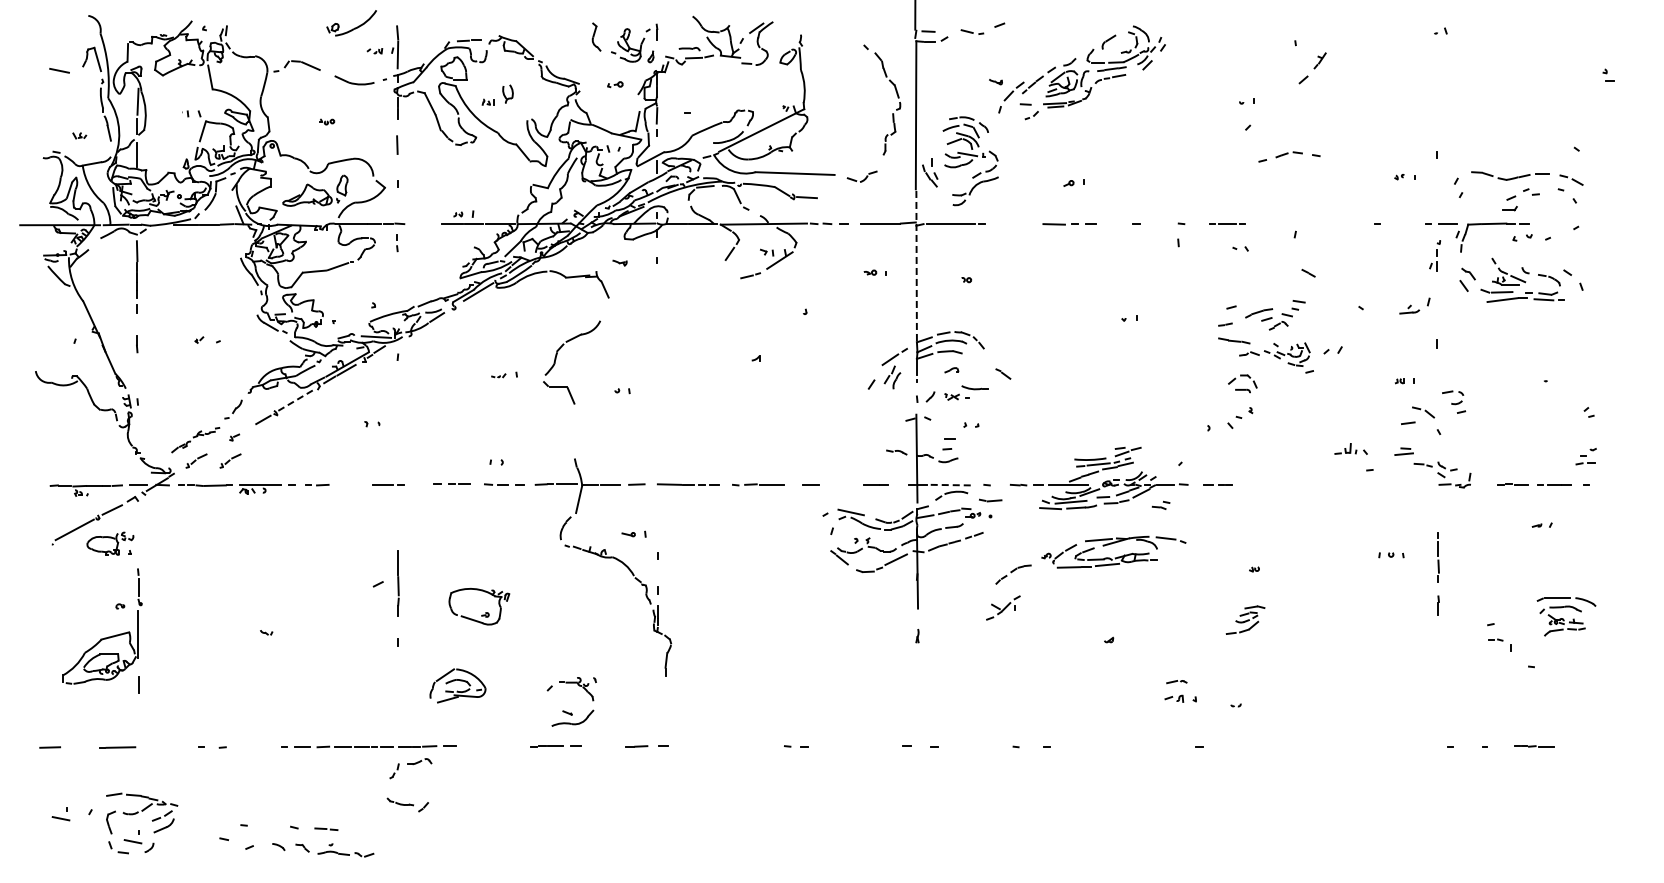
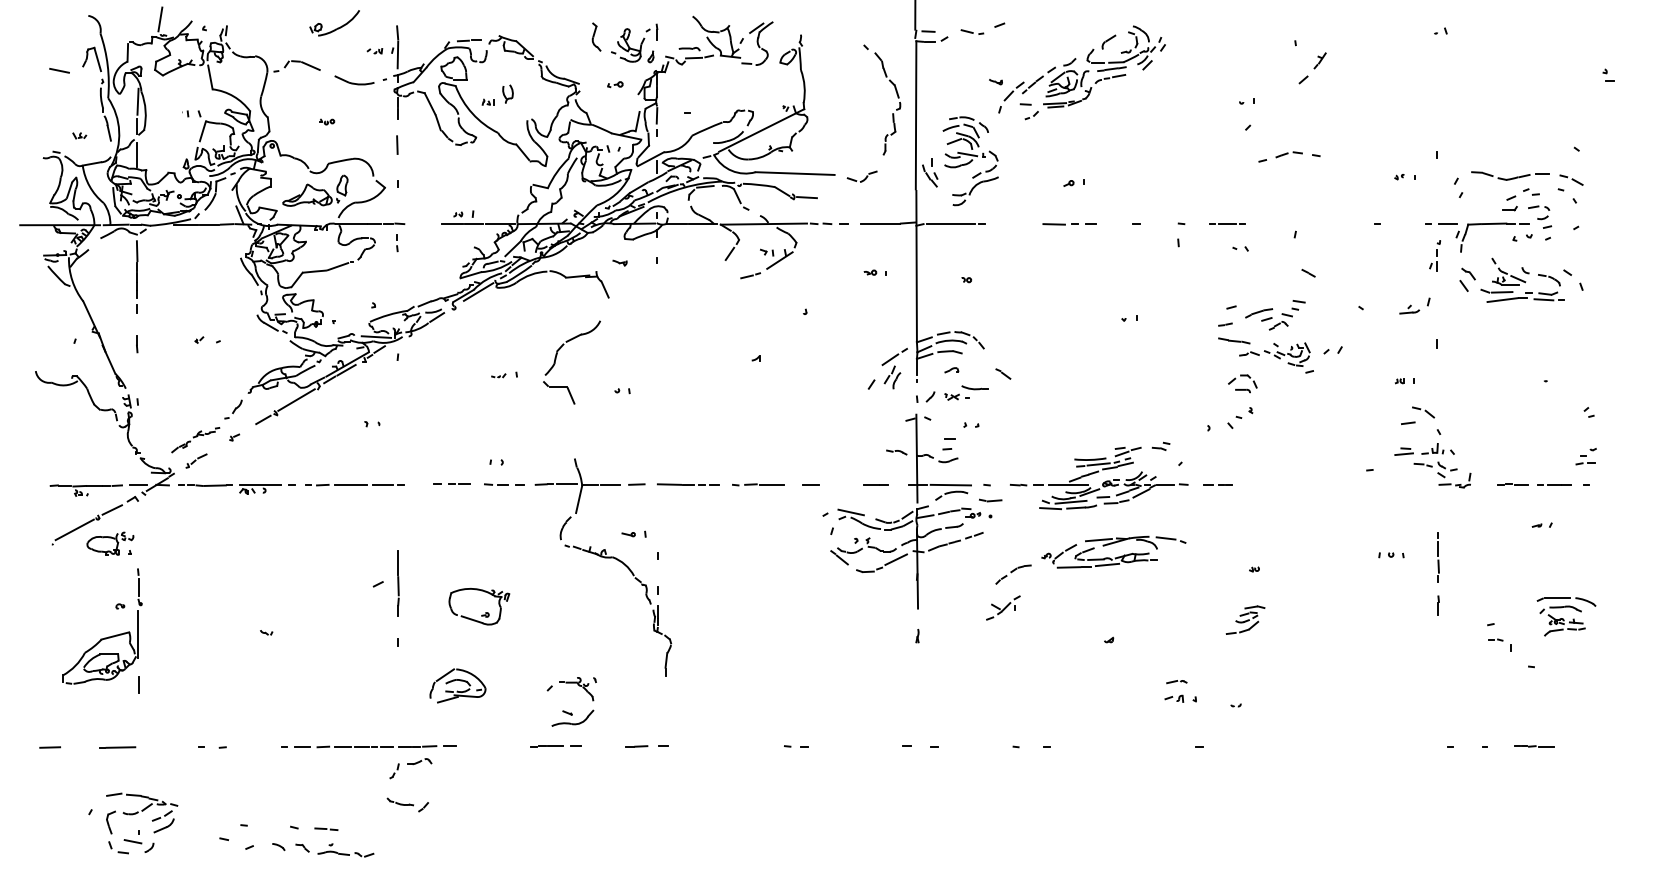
line at (160, 19): none -> present
part at (351, 23) position: (351, 23) -> (334, 23)
line at (916, 266): dashed -> solid
line at (296, 399): dashed -> solid
part at (1454, 401) position: (1454, 401) -> (1540, 216)
part at (1350, 448) position: (1350, 448) -> (1437, 448)
part at (230, 460): present -> none
line at (351, 484): none -> present
line at (951, 485): dashed -> solid
part at (1160, 504) position: (1160, 504) -> (1160, 445)
part at (60, 814): present -> none
